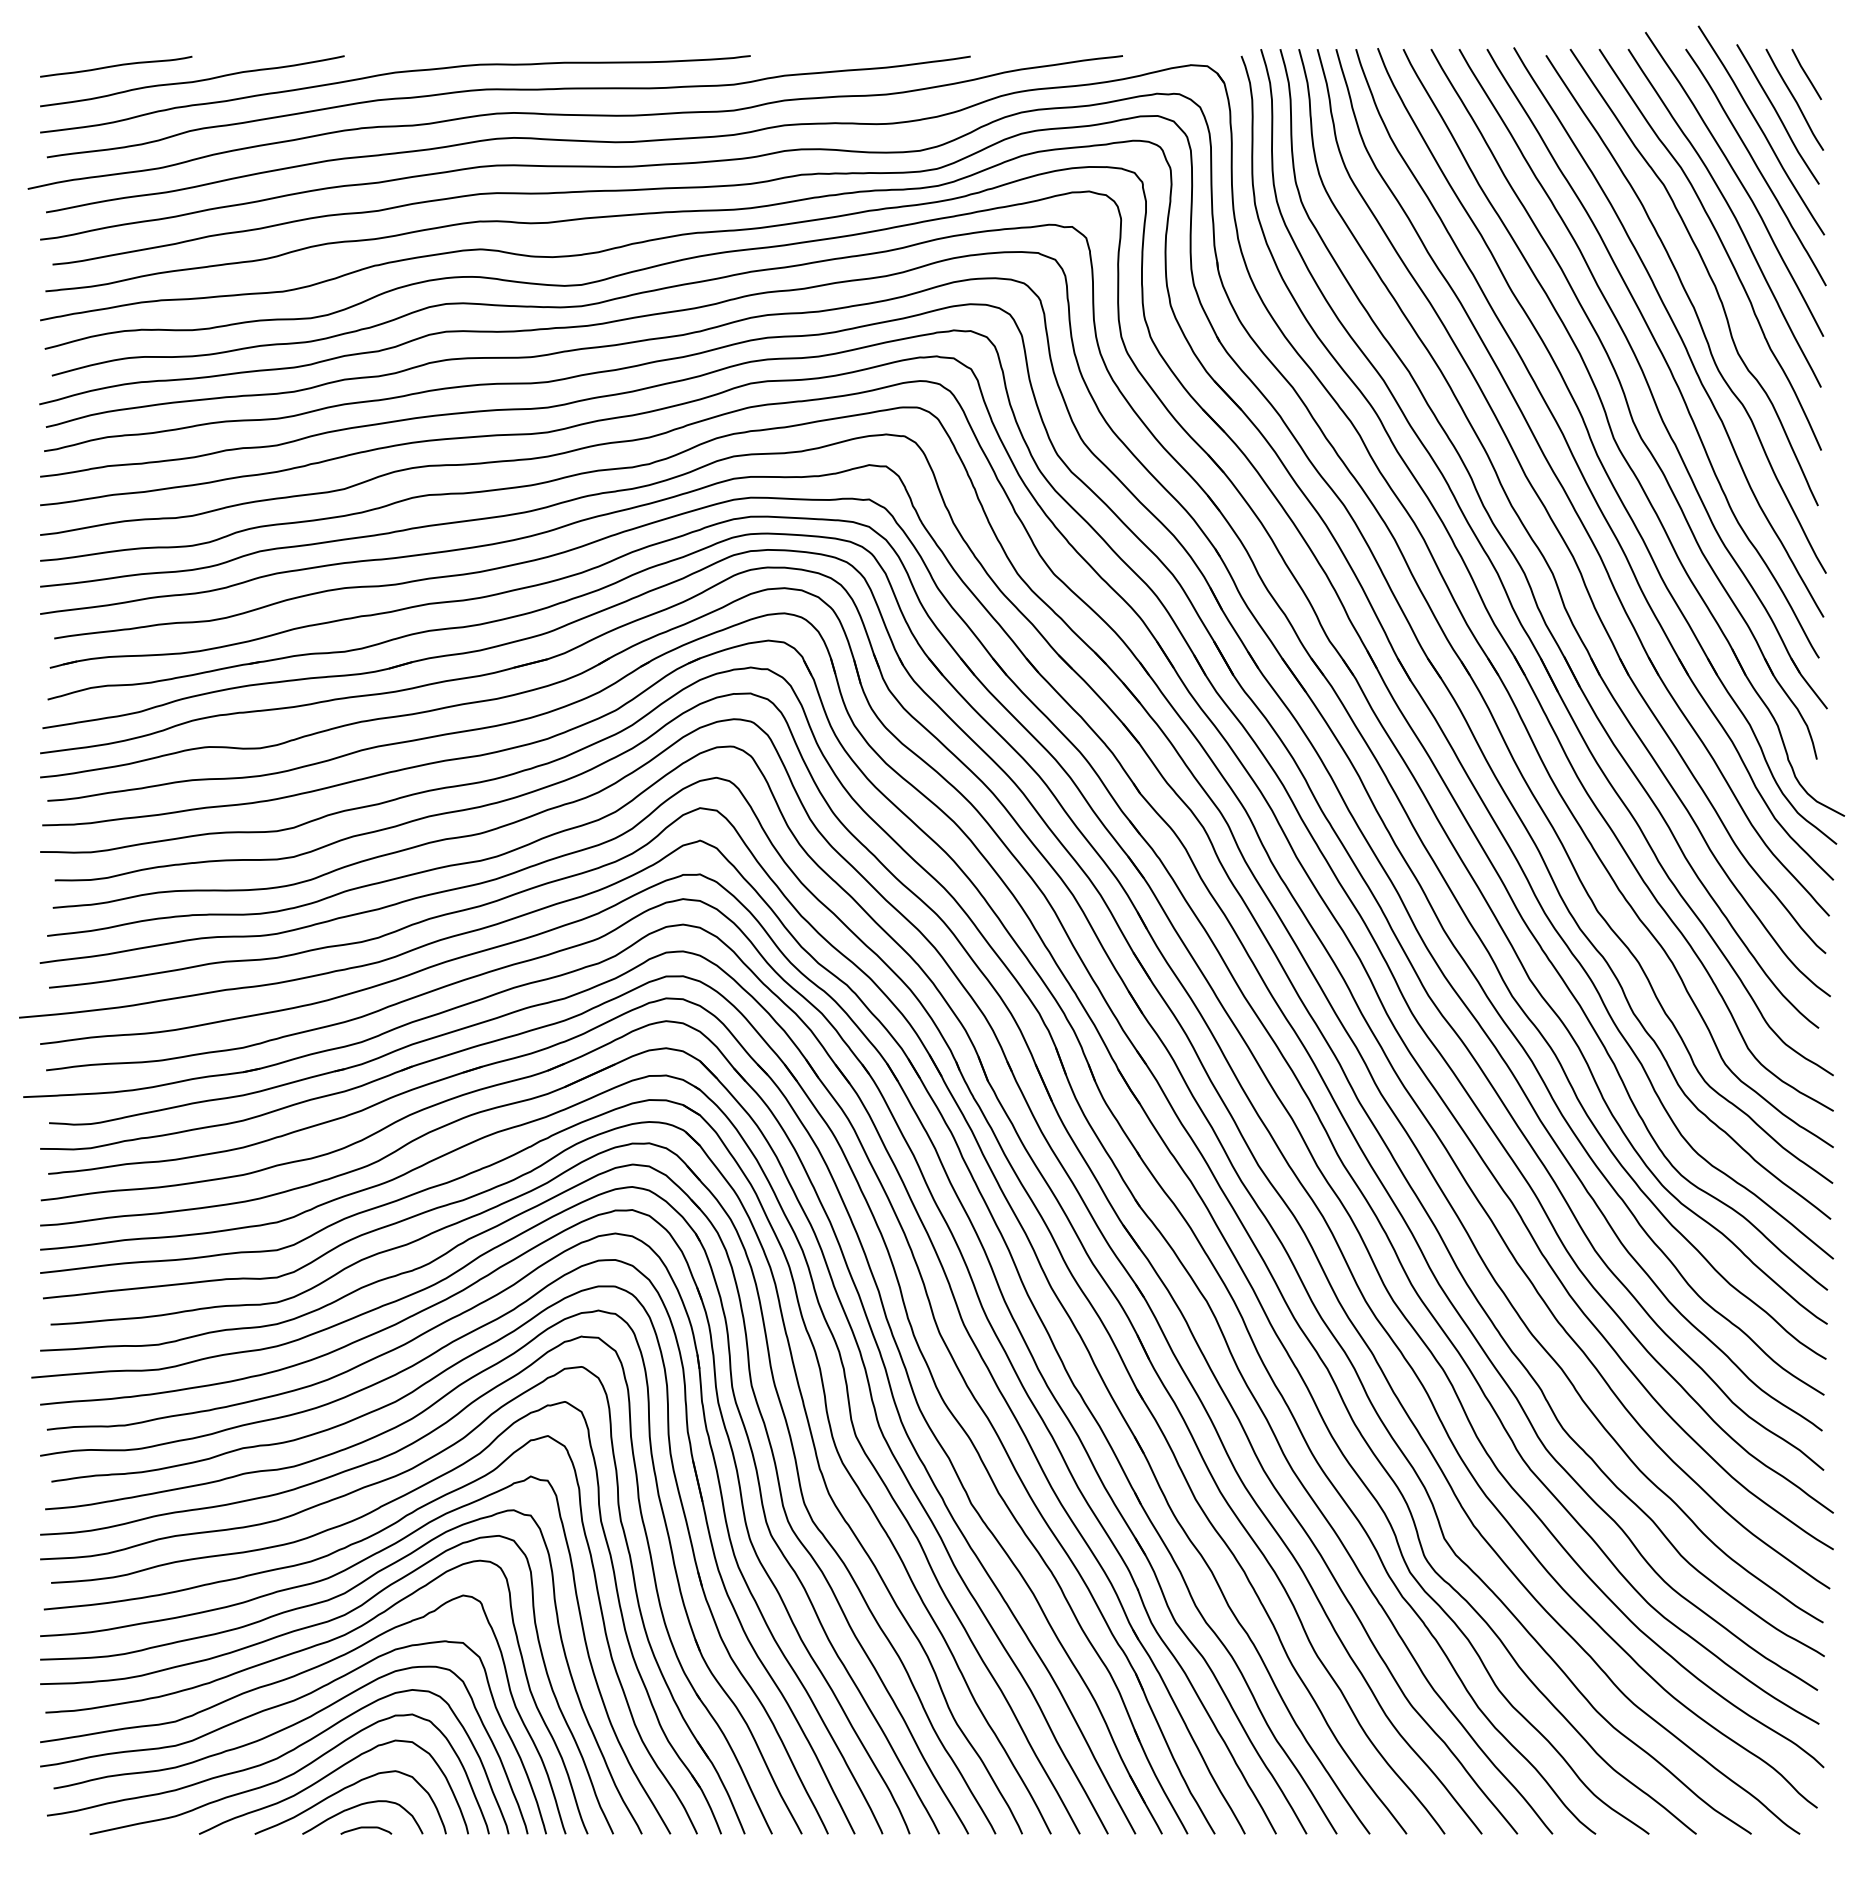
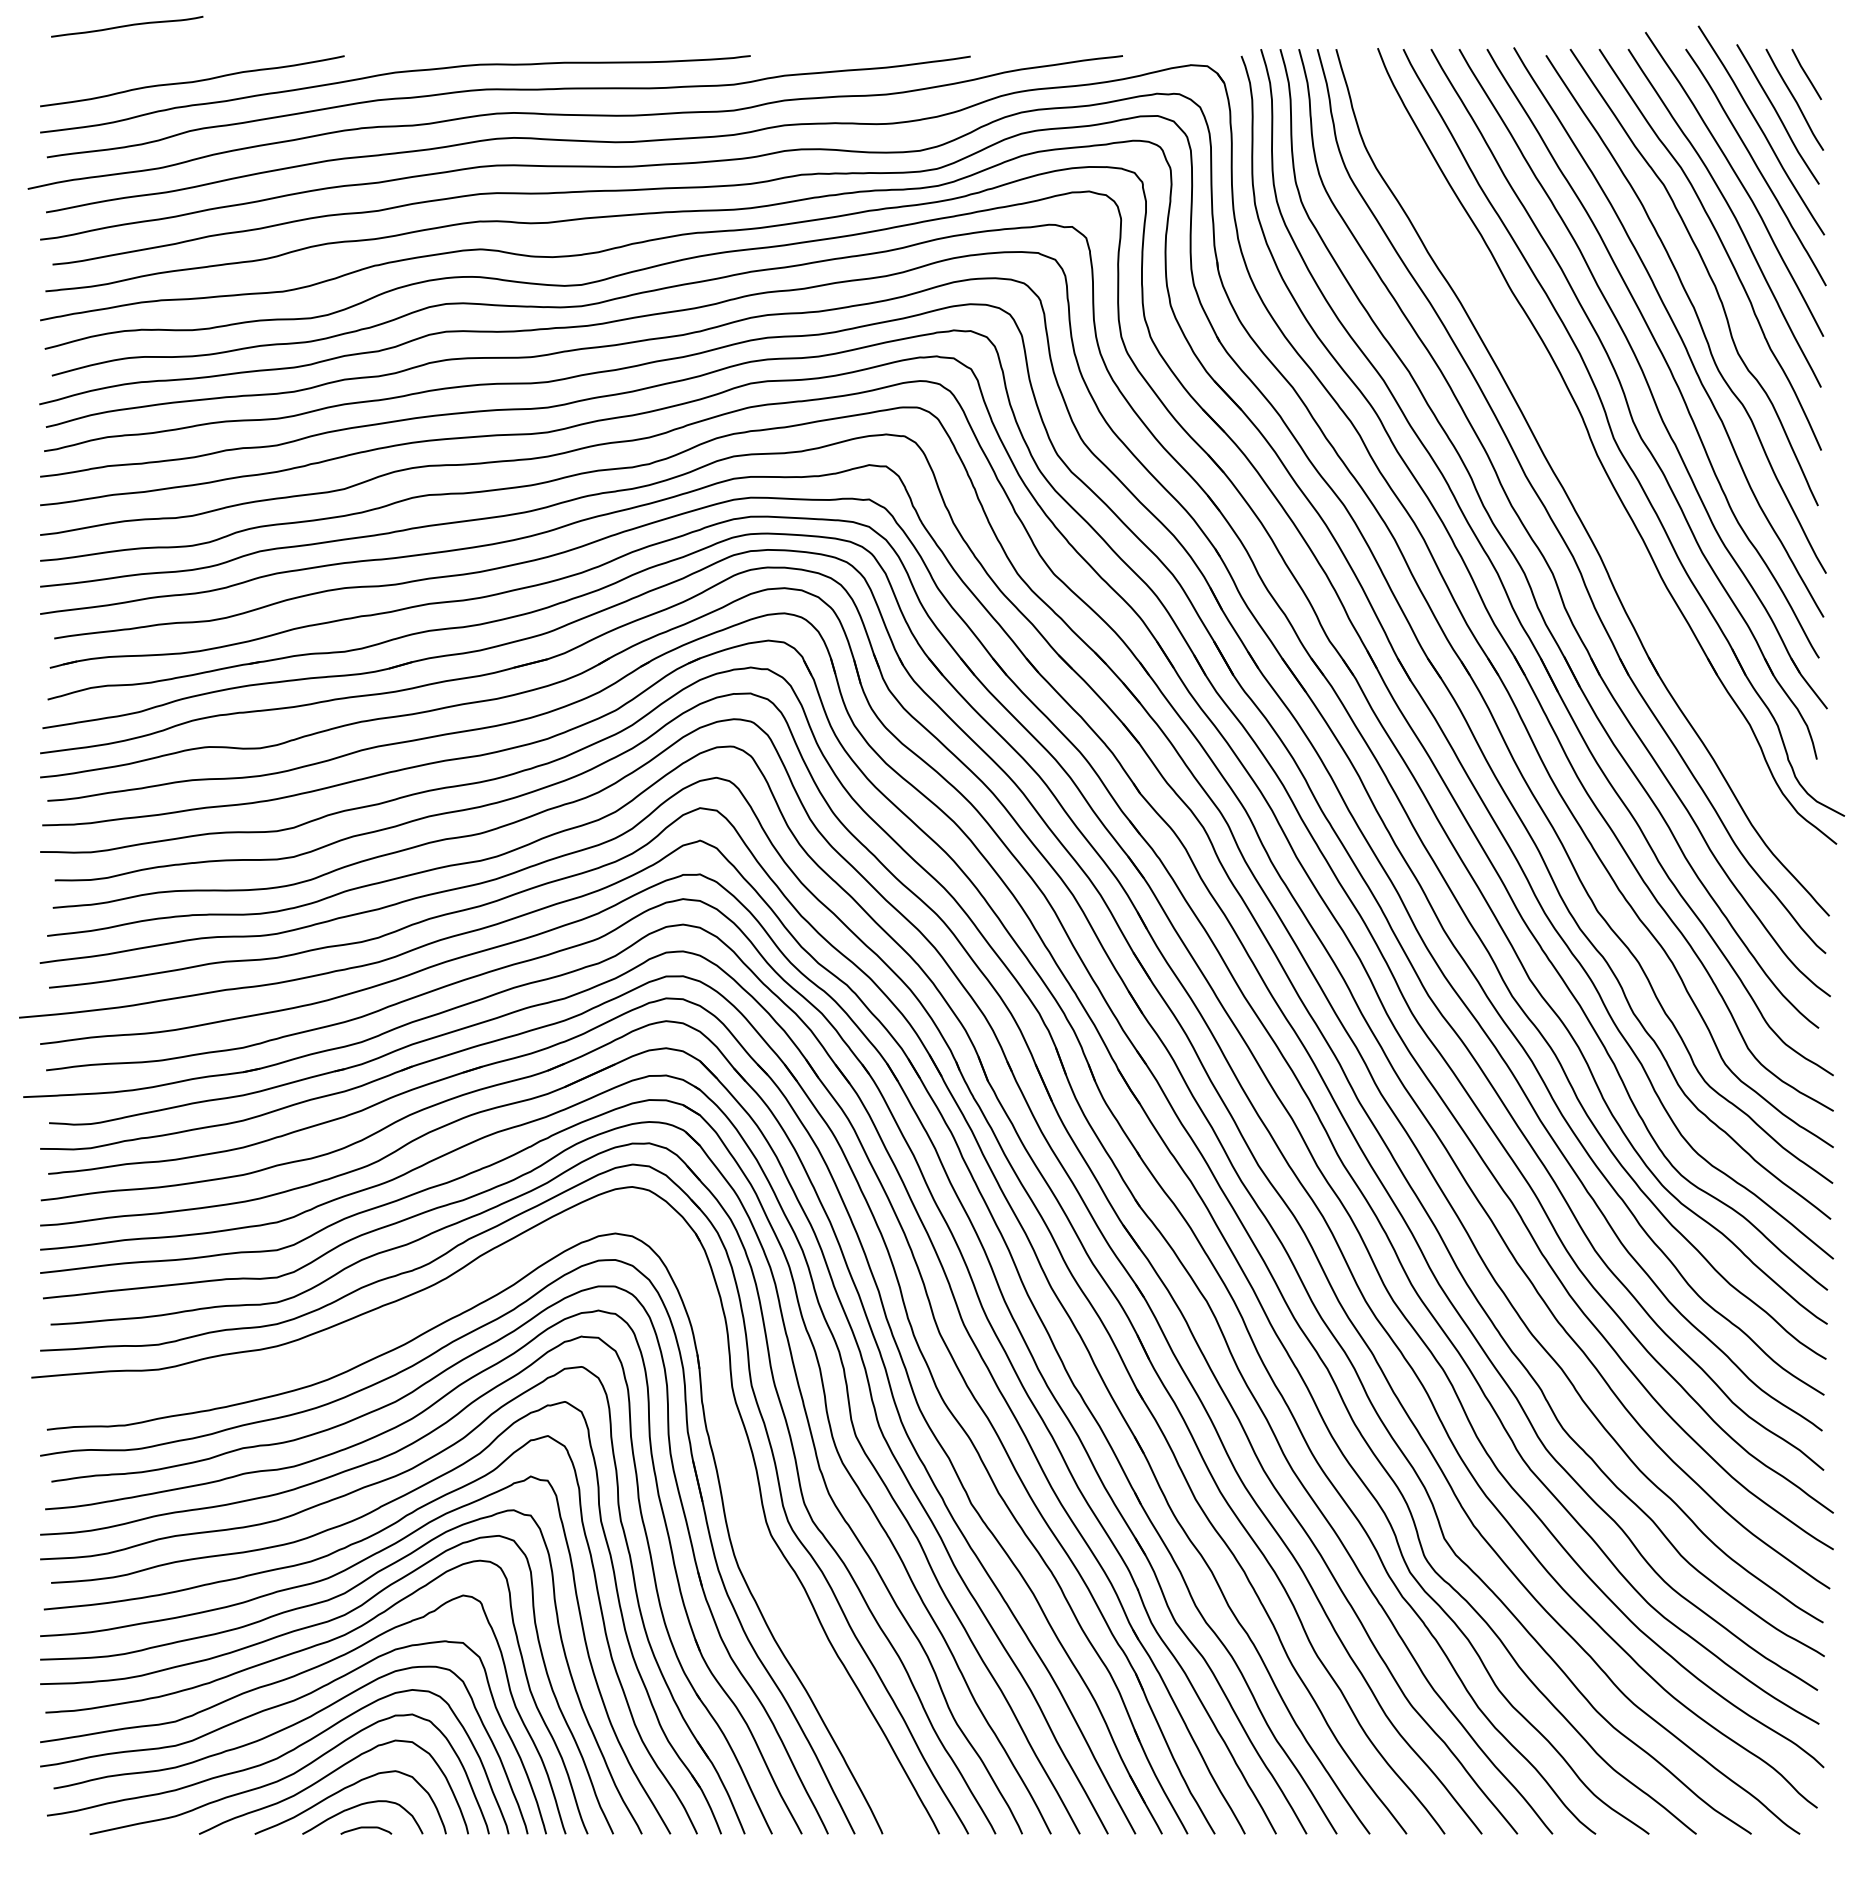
curve at (116, 66) position: (116, 66) -> (127, 26)
part at (1581, 470): present -> none
part at (389, 1328): present -> none
